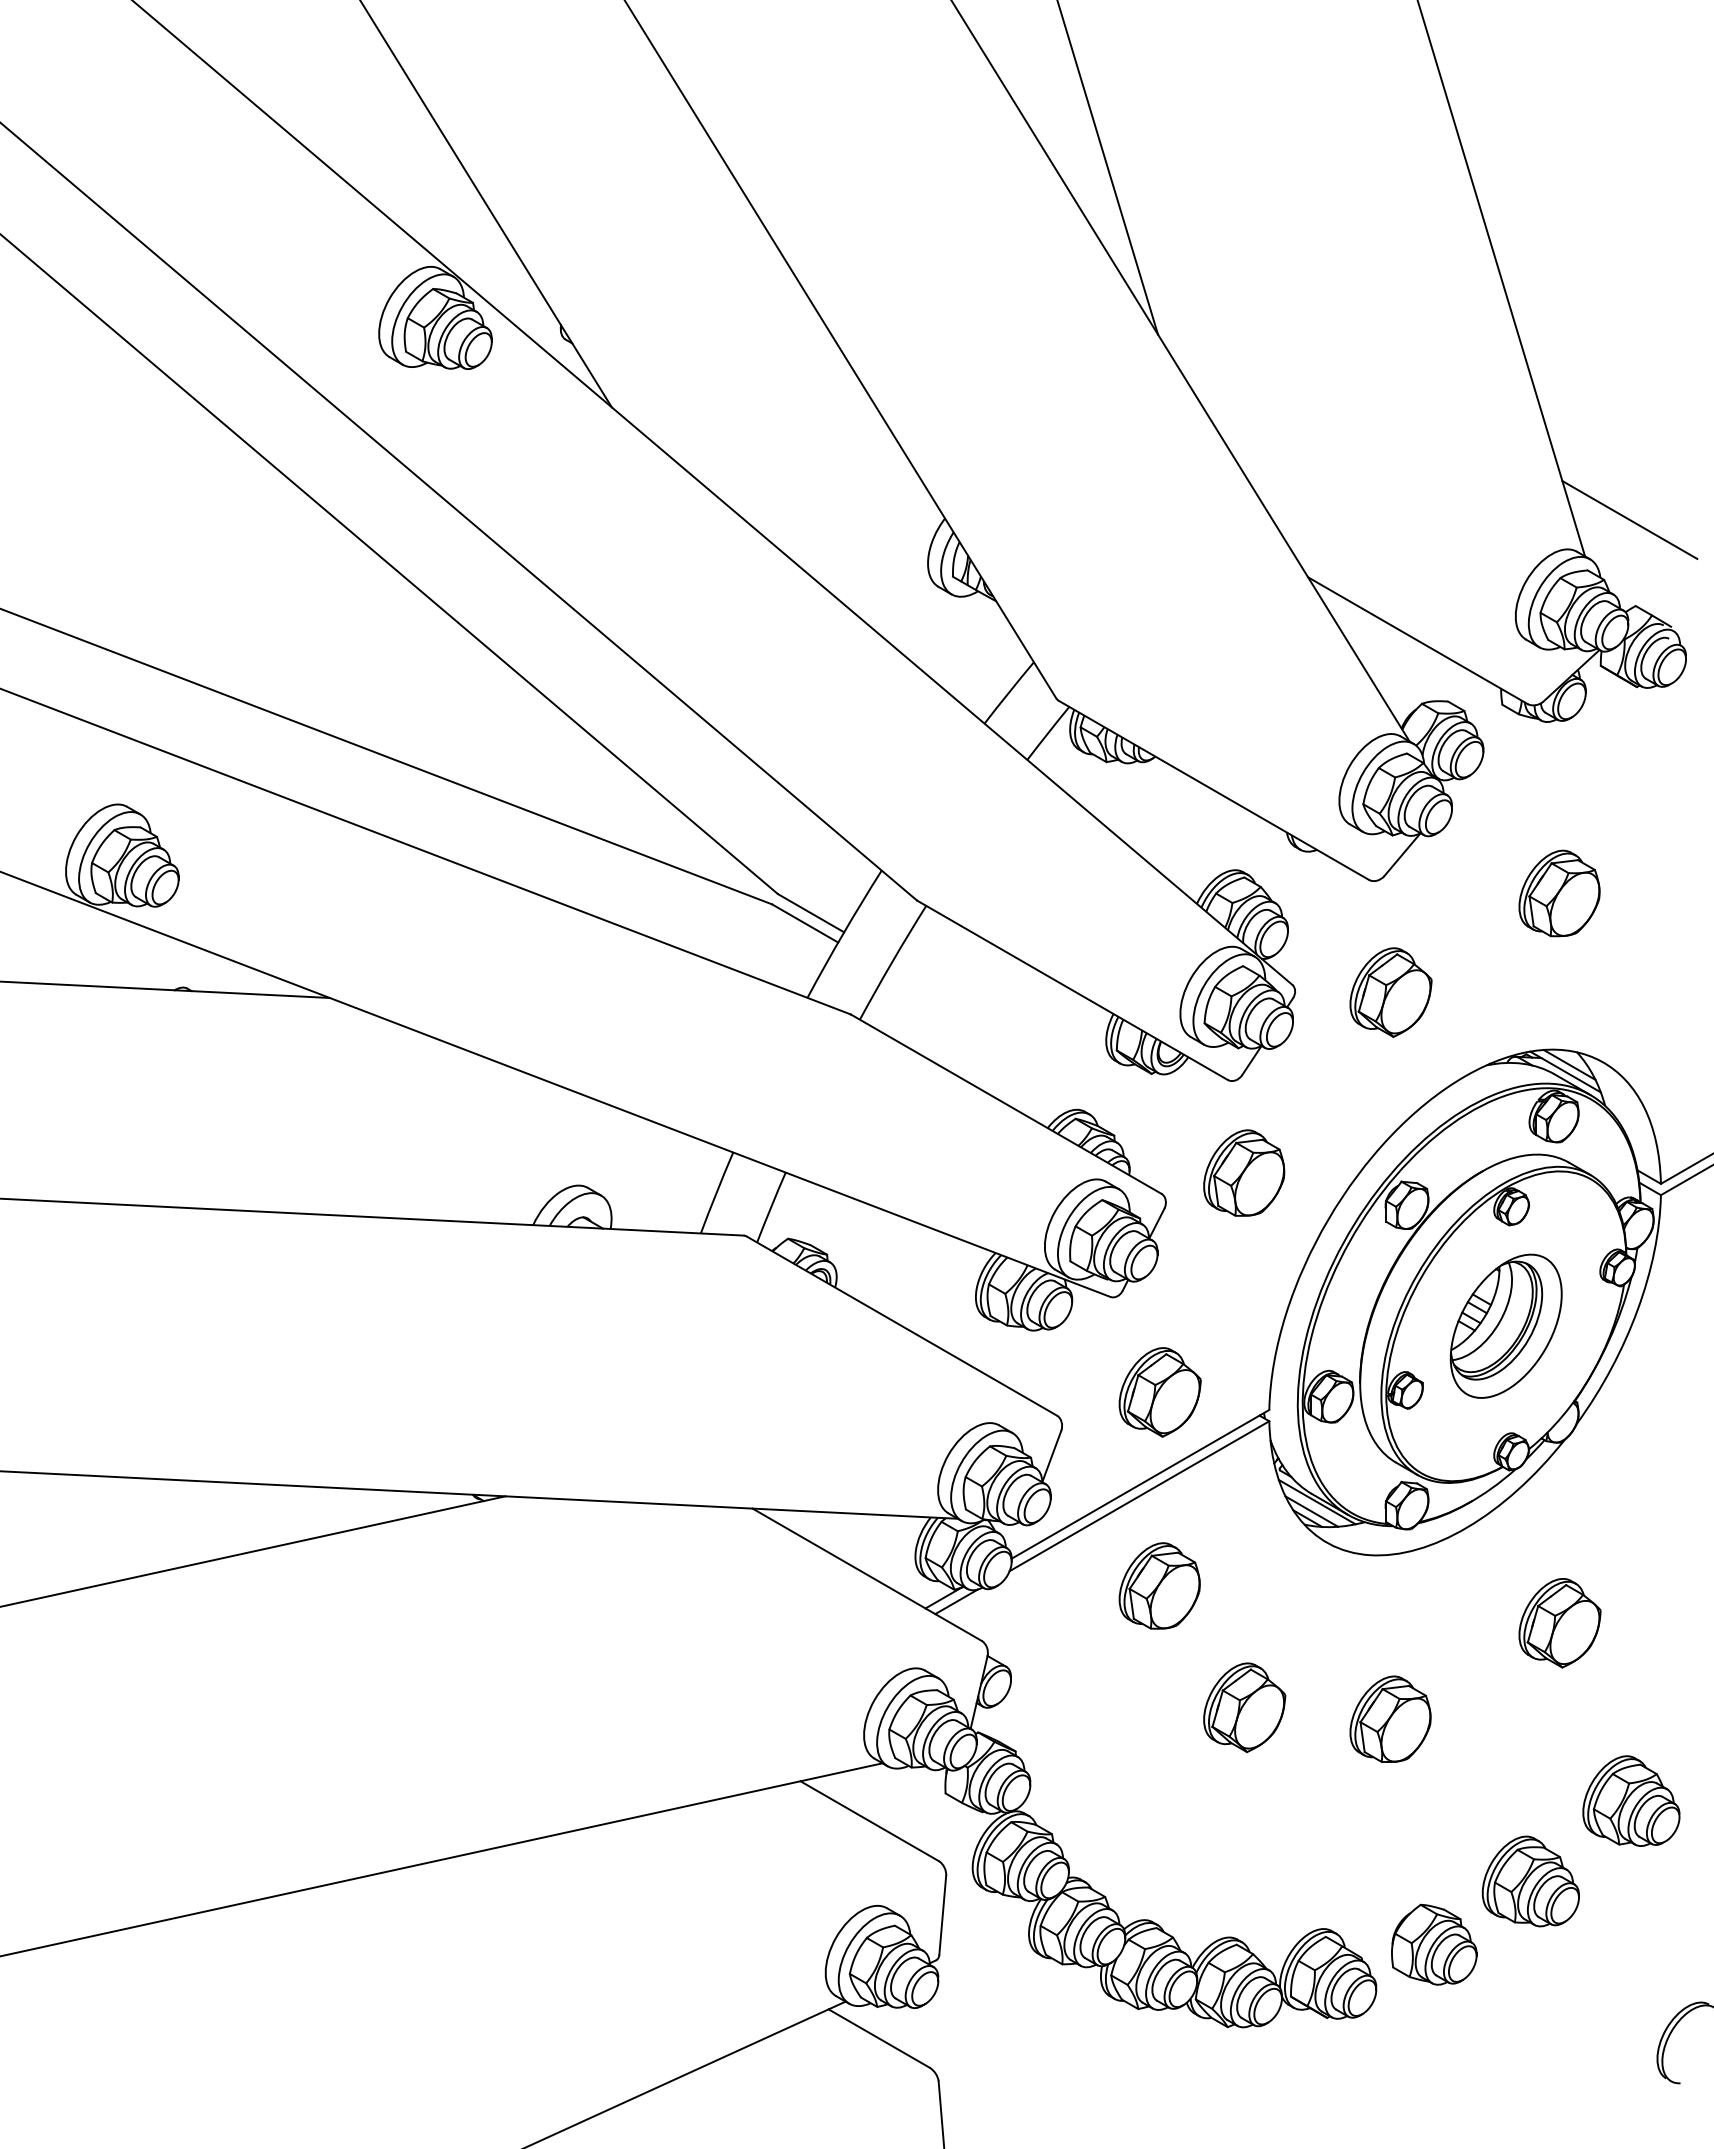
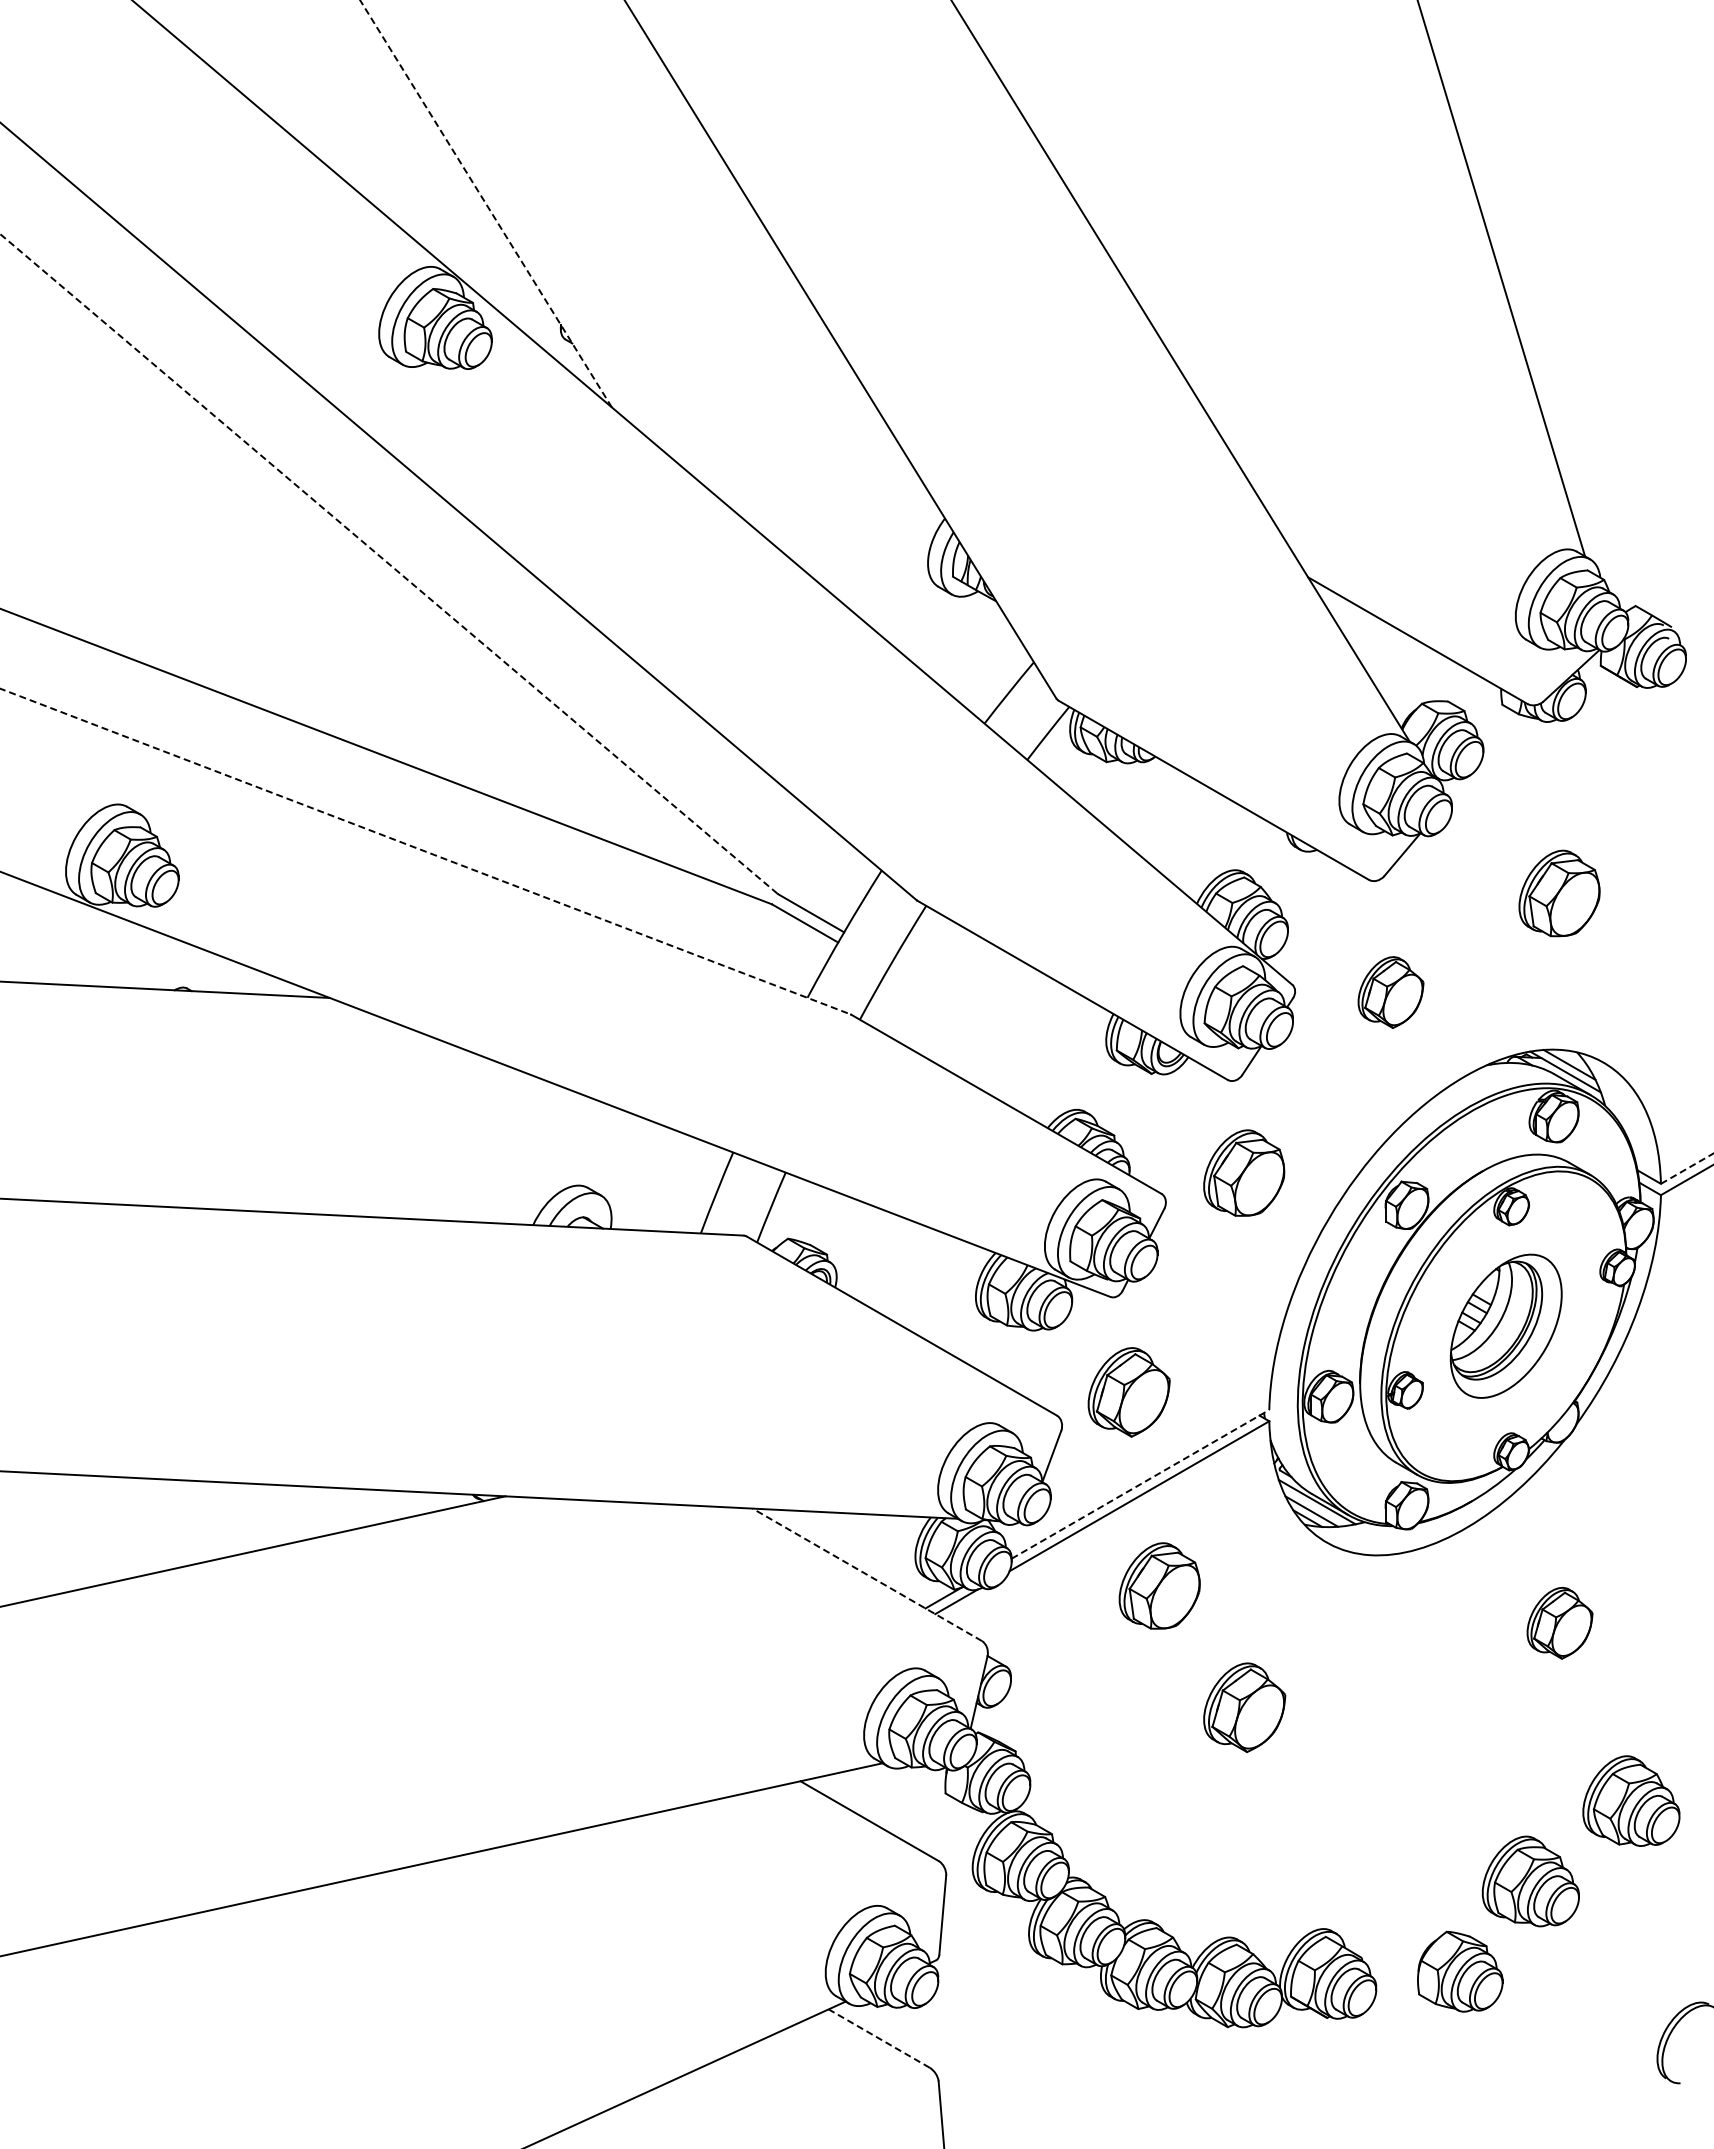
line at (1107, 168): present -> none
line at (485, 203): solid -> dashed
line at (1629, 519): present -> none
line at (388, 563): solid -> dashed
line at (425, 851): solid -> dashed
part at (1390, 992) size: 84x91 px -> 68x73 px
line at (1687, 1168): solid -> dashed
part at (1159, 1392) position: (1159, 1392) -> (1128, 1392)
line at (1140, 1484): solid -> dashed
line at (866, 1574): solid -> dashed
part at (1559, 1623) size: 84x91 px -> 68x74 px
part at (1390, 1718): present -> none
part at (1434, 1944) position: (1434, 1944) -> (1460, 1971)
line at (878, 2038): solid -> dashed
